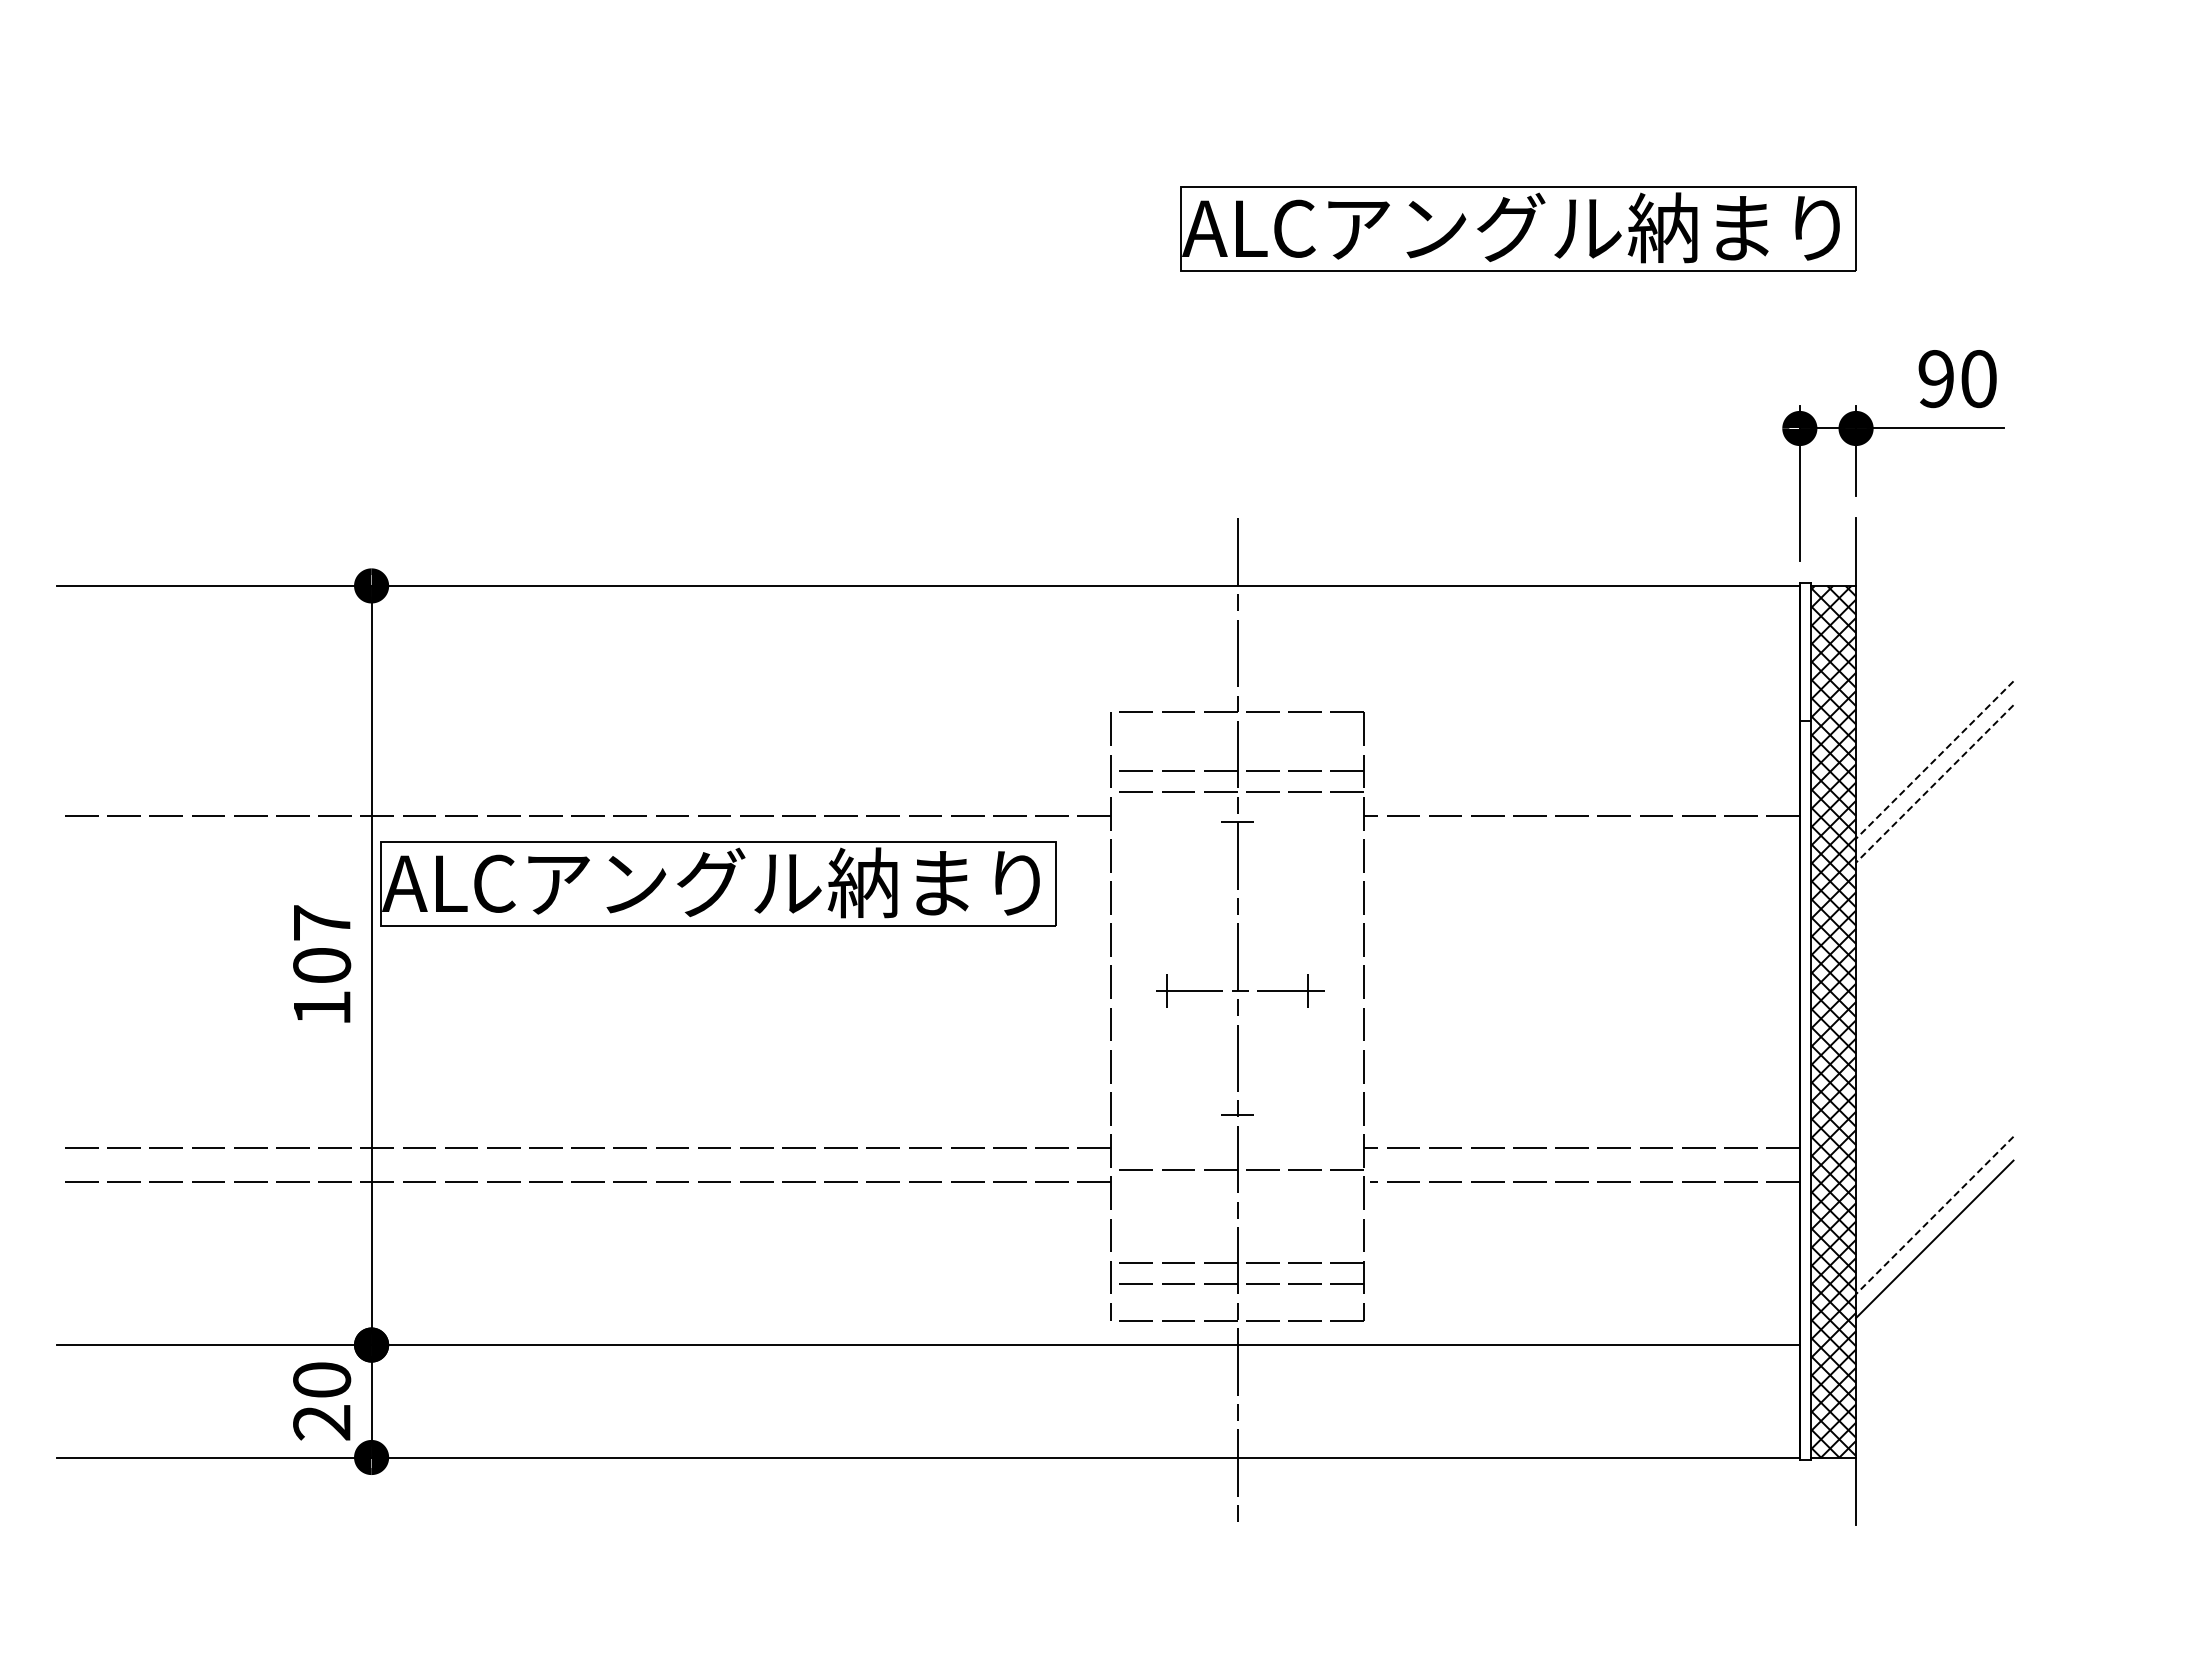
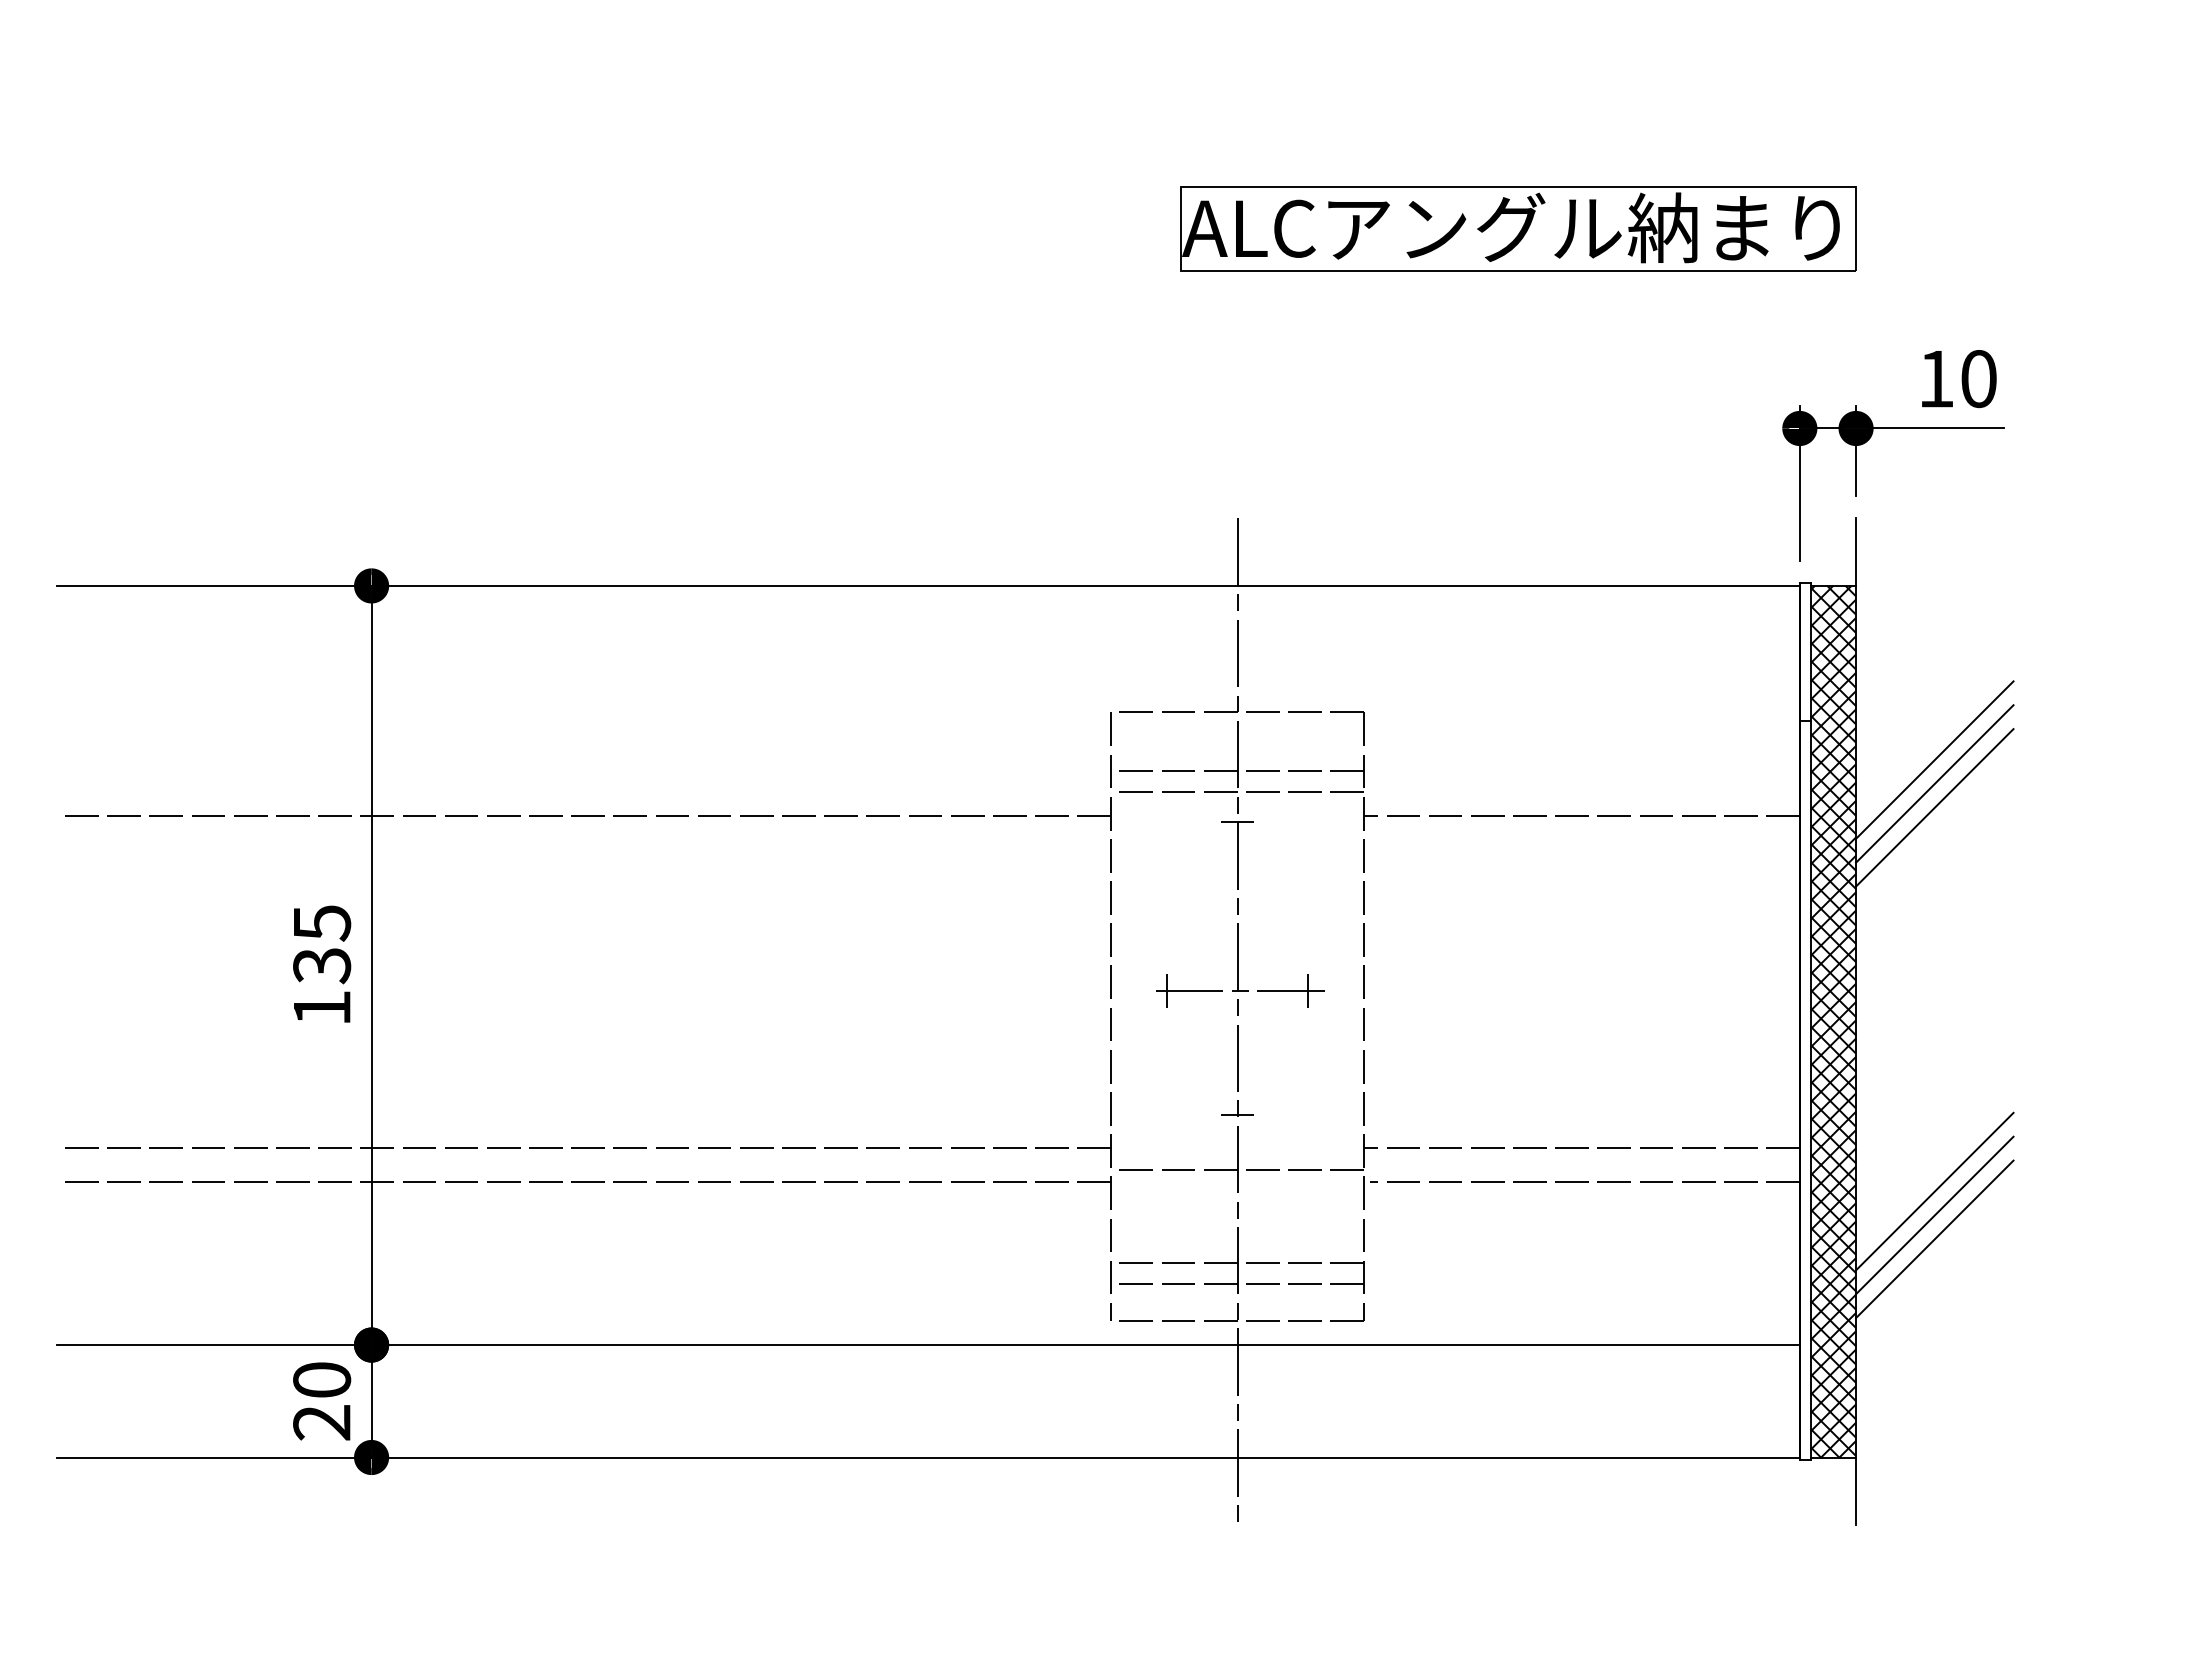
text at (1935, 379): 90 -> 10
line at (1934, 760): dashed -> solid
line at (1934, 784): dashed -> solid
line at (1934, 807): none -> present
part at (718, 883): present -> none
text at (322, 944): 107 -> 135
line at (1934, 1191): none -> present
line at (1934, 1215): dashed -> solid
